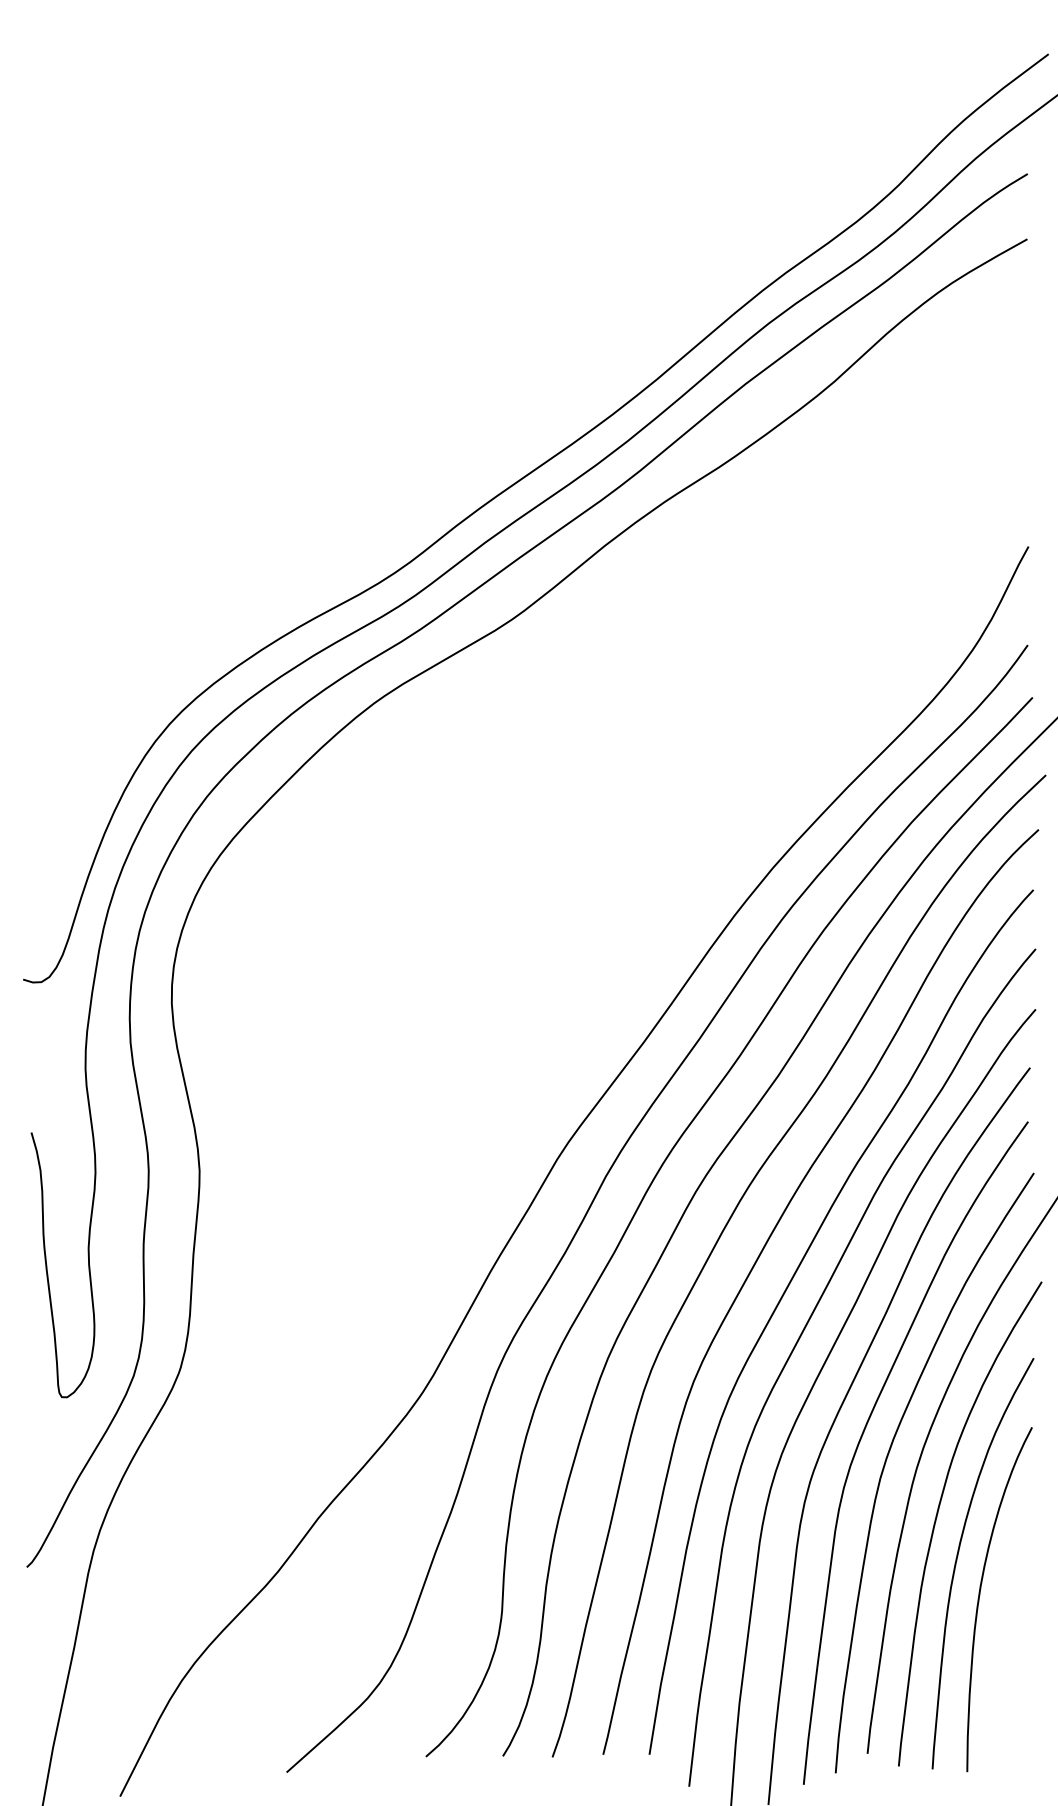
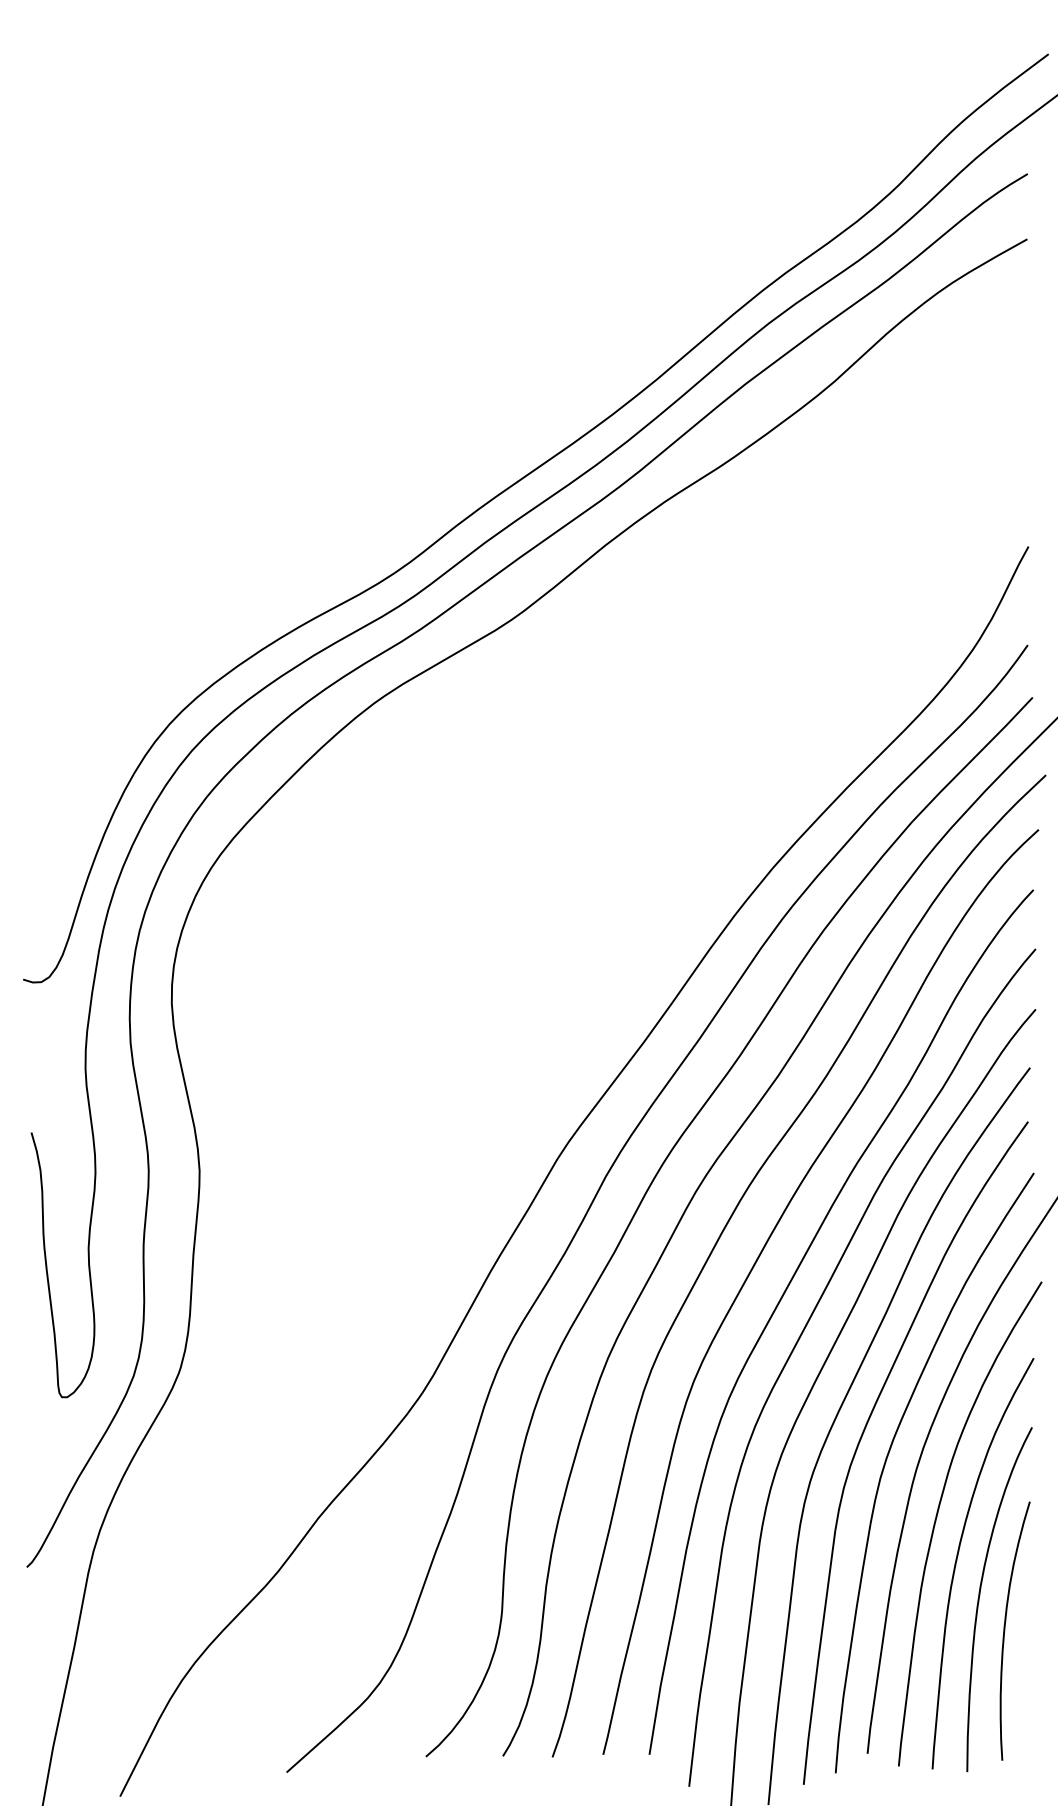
curve at (1005, 1630): none -> present
